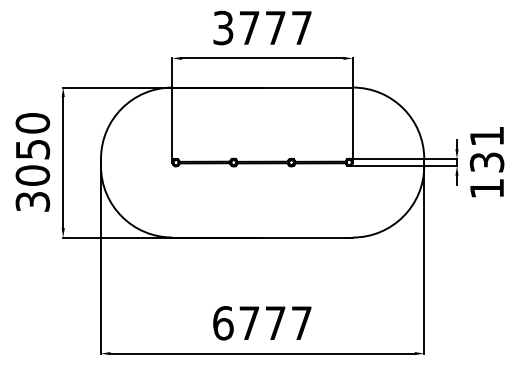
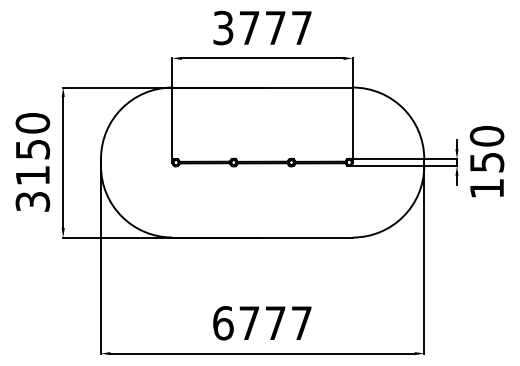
text at (486, 148): 131 -> 150
text at (32, 175): 3050 -> 3150
